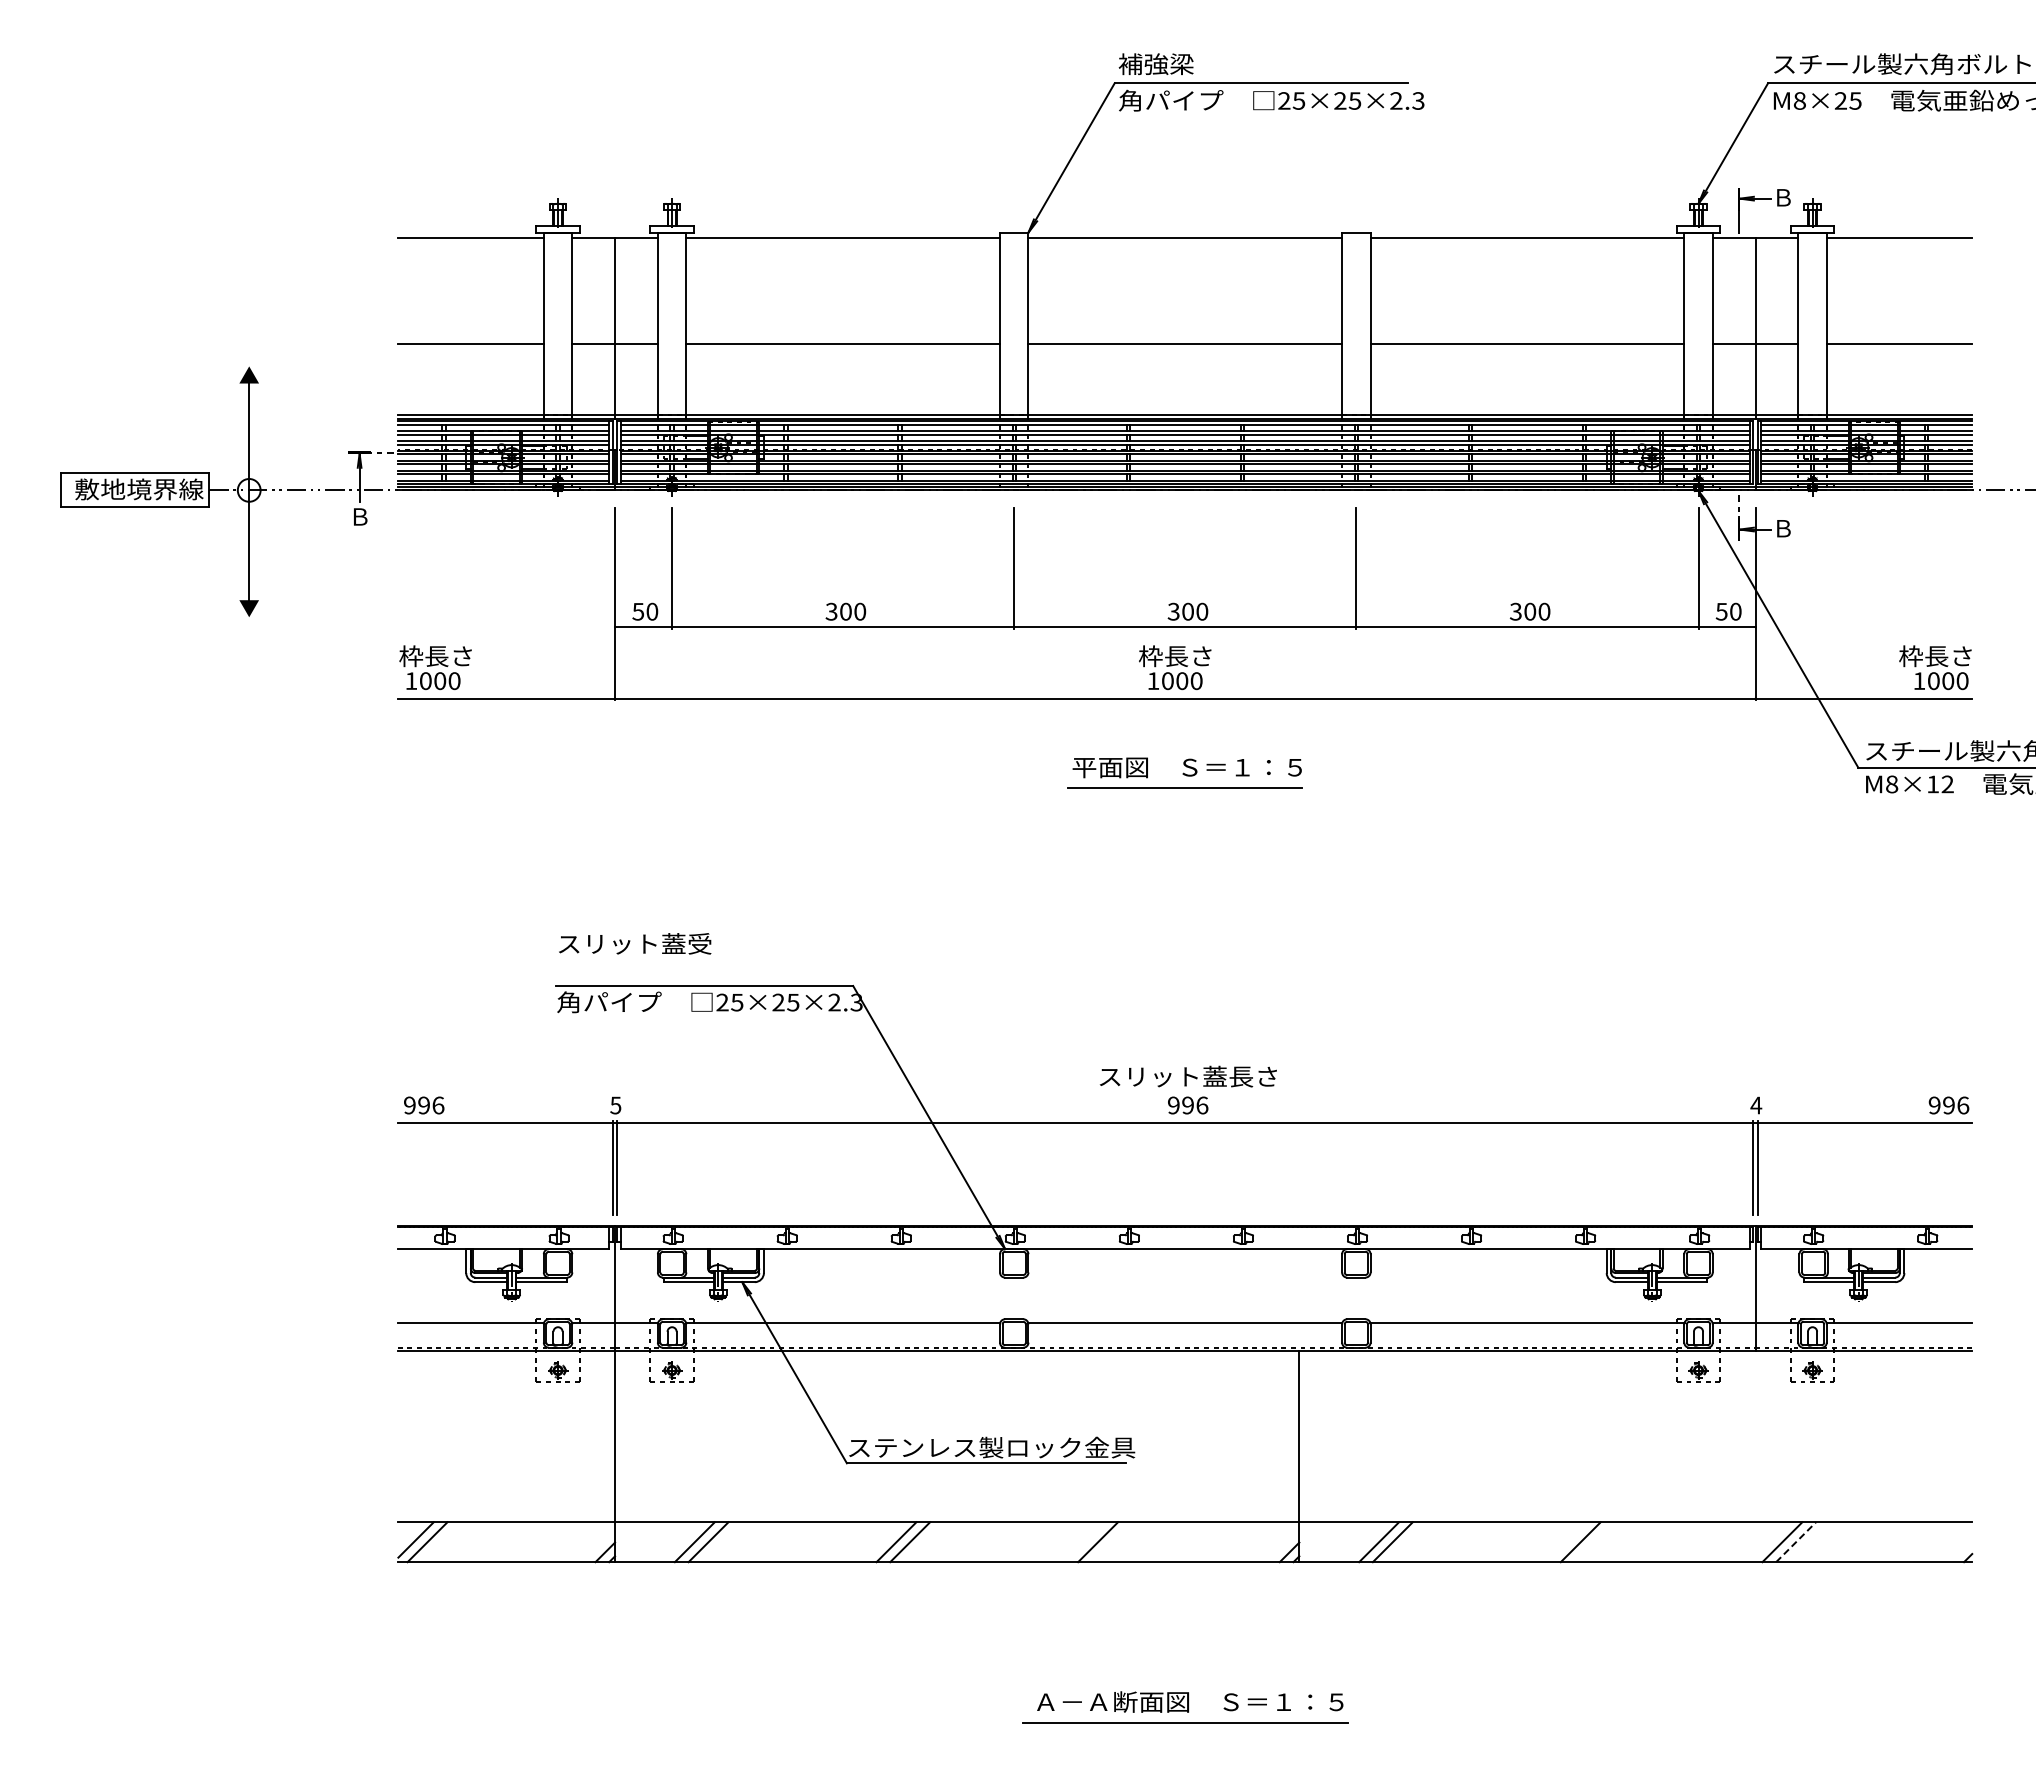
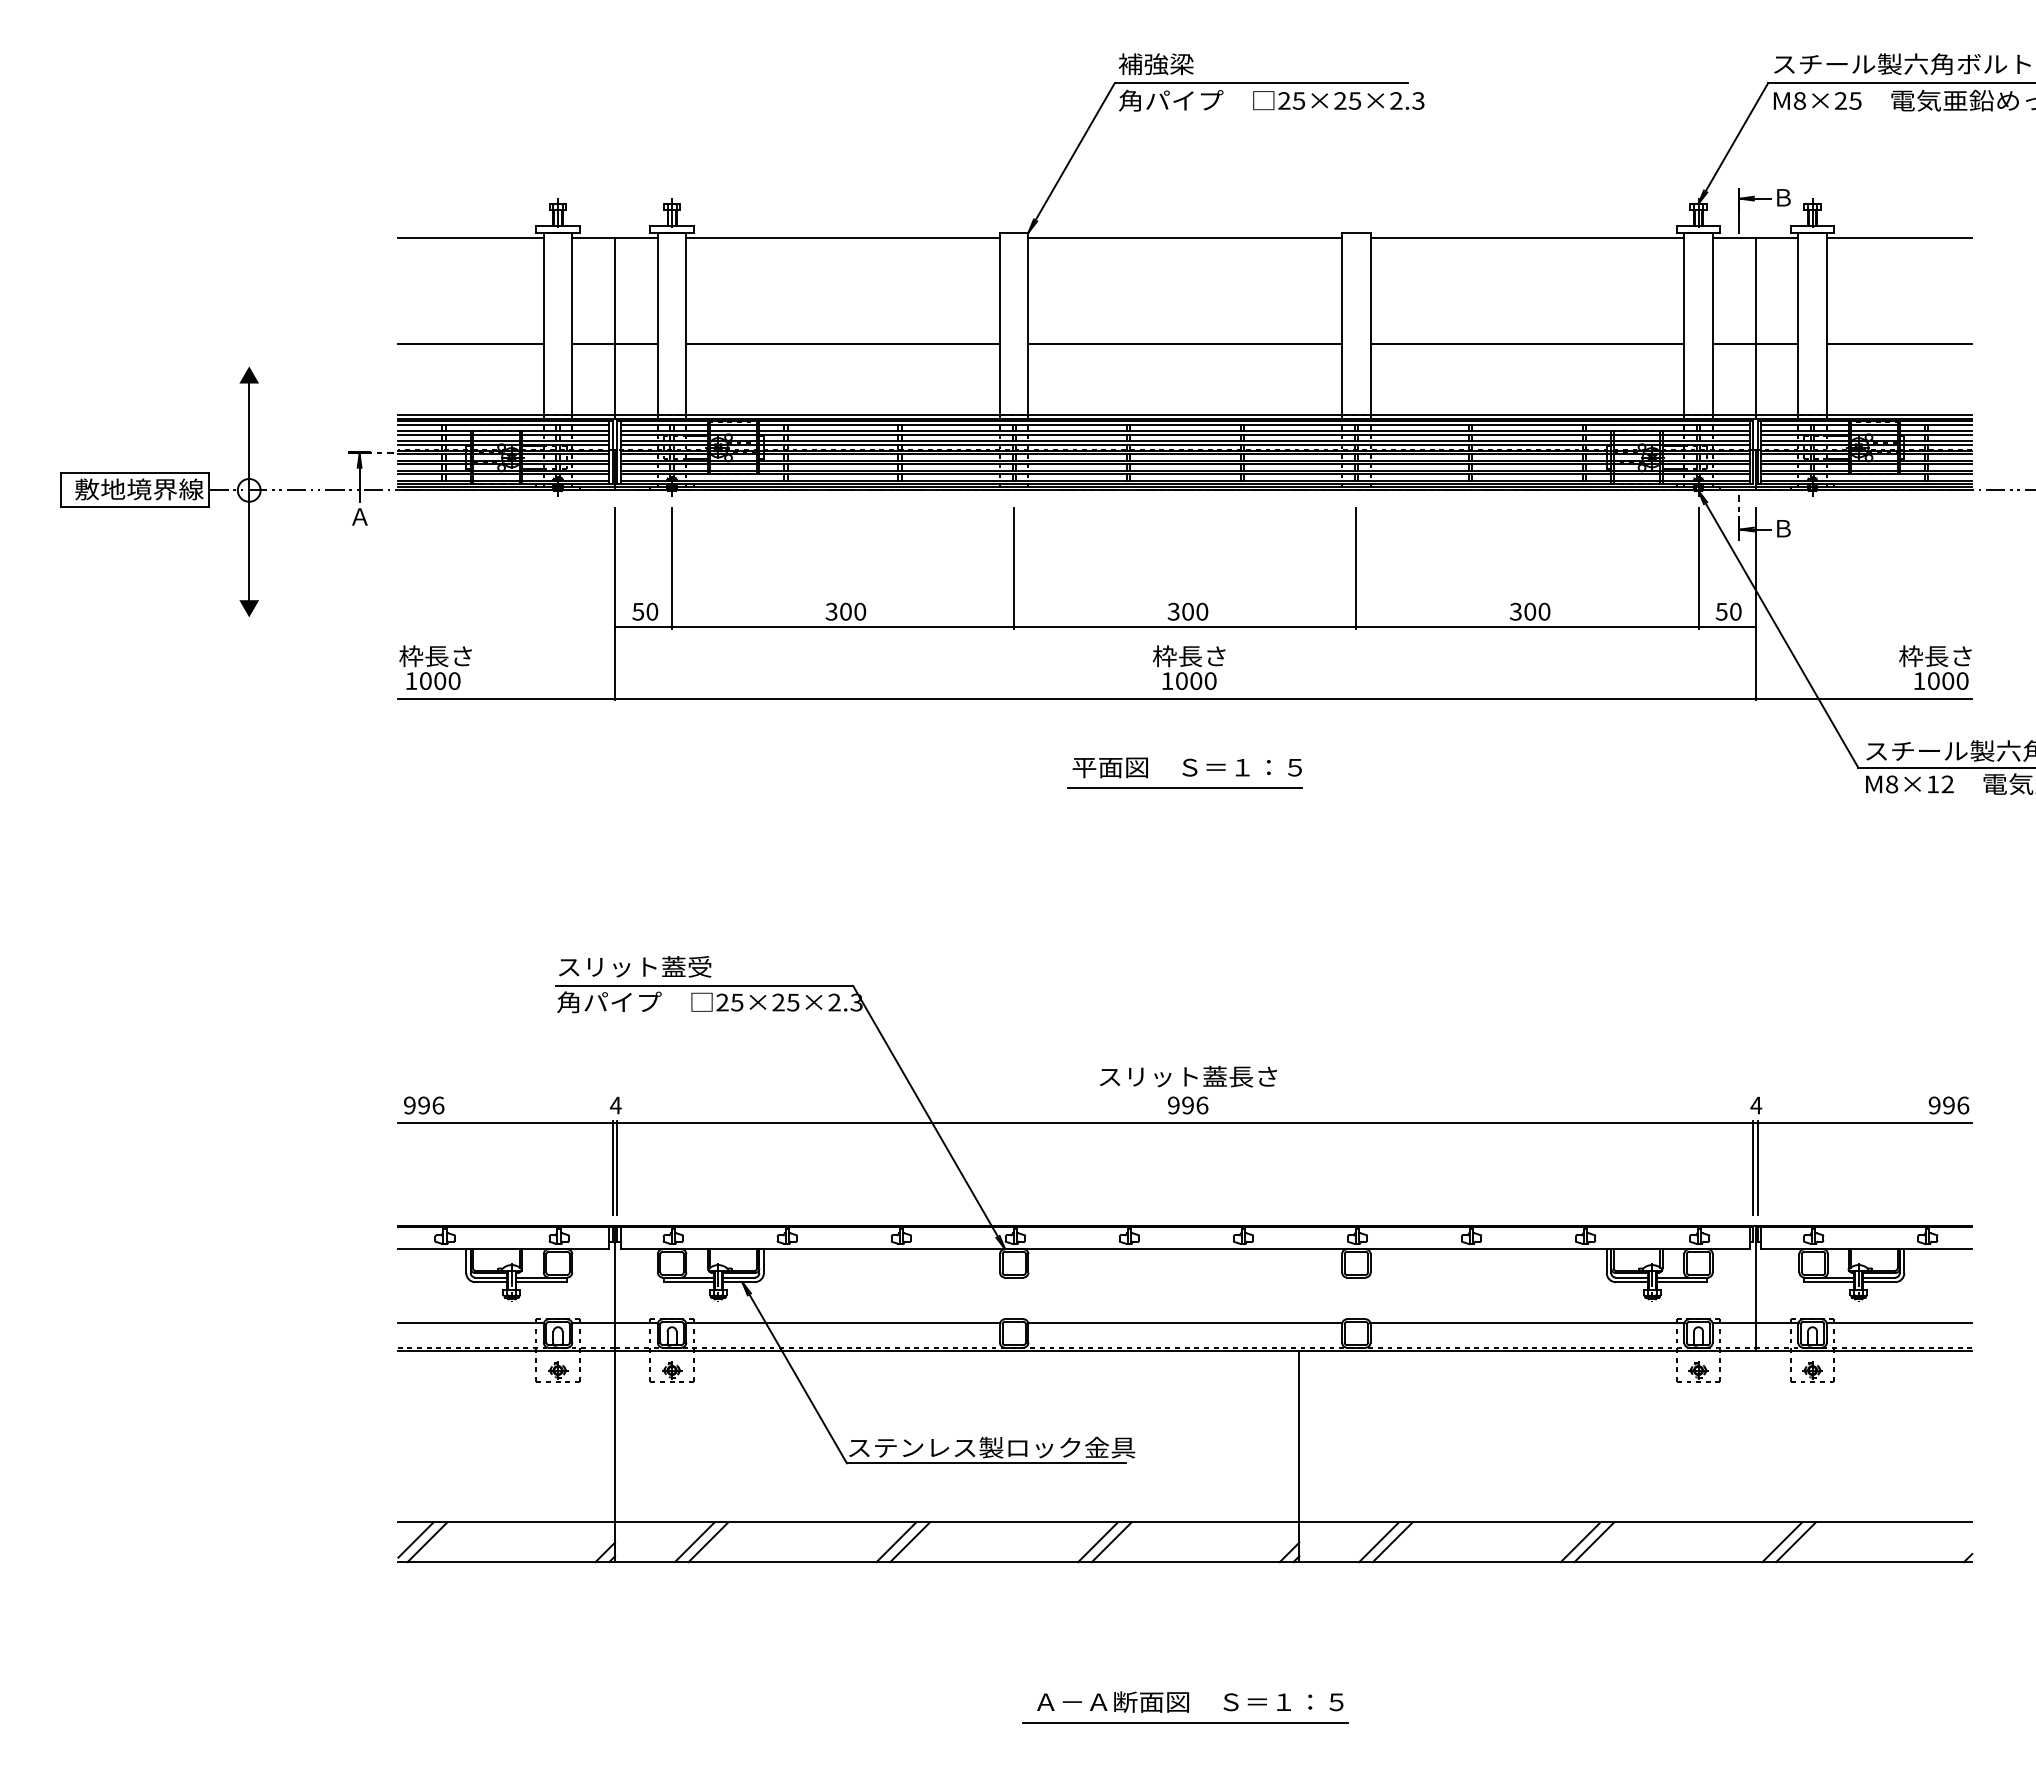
text at (359, 516): Ｂ -> Ａ
text at (1175, 667) position: (1175, 667) -> (1189, 667)
text at (635, 943) position: (635, 943) -> (635, 966)
text at (615, 1105): 5 -> 4
line at (1796, 1541): dashed -> solid
line at (1111, 1542): none -> present
line at (1594, 1542): none -> present
